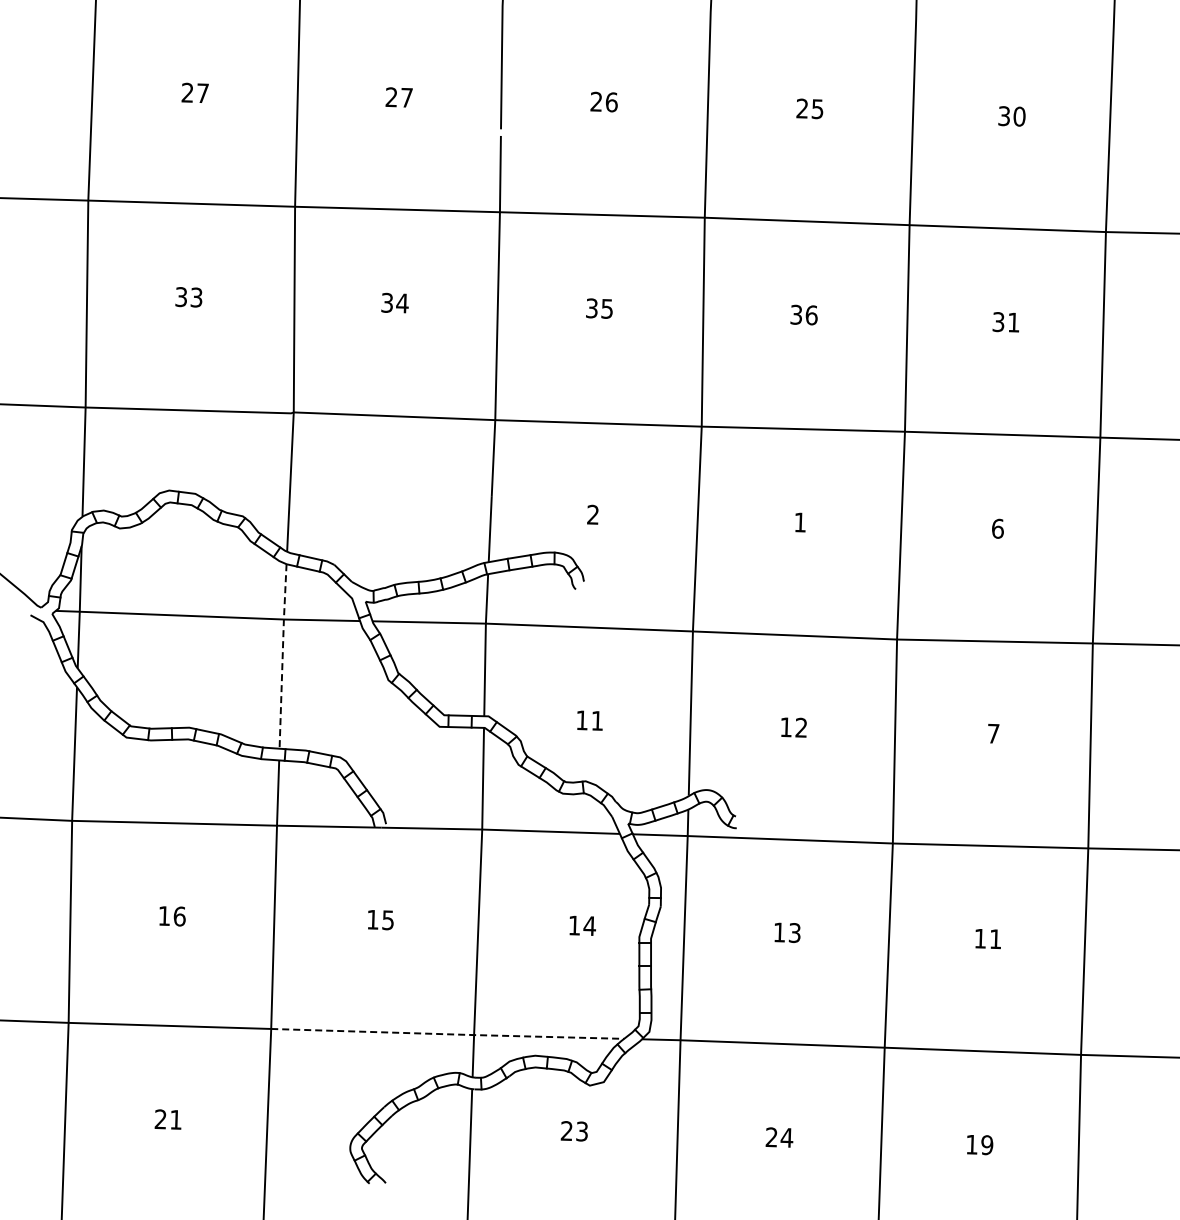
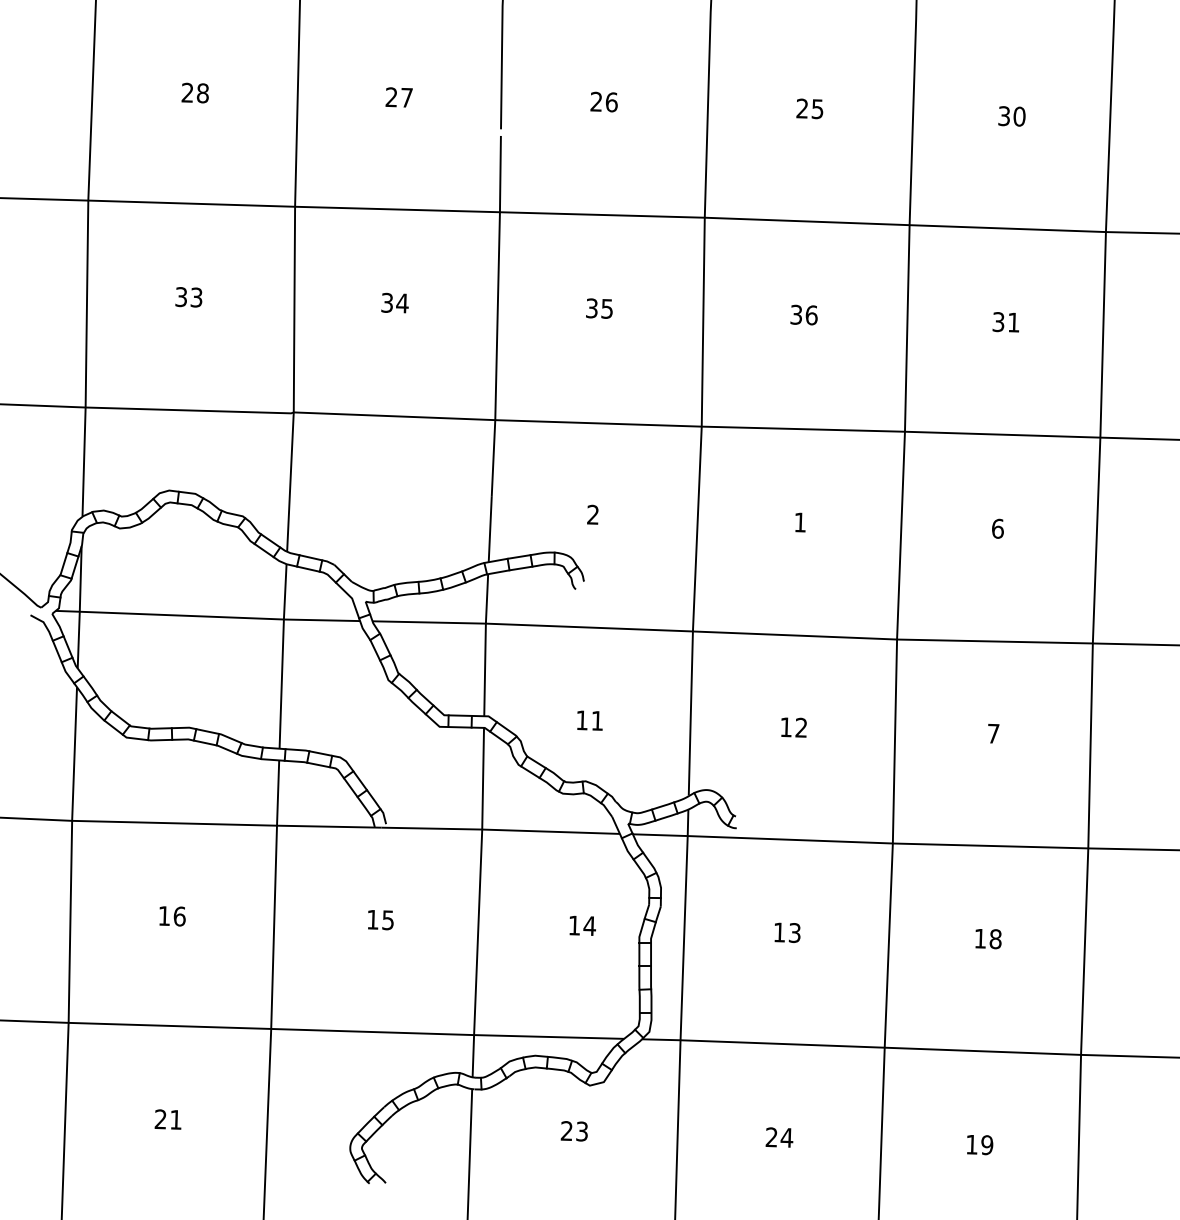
text at (202, 93): 27 -> 28
line at (282, 656): dashed -> solid
text at (995, 939): 11 -> 18
line at (449, 1034): dashed -> solid
